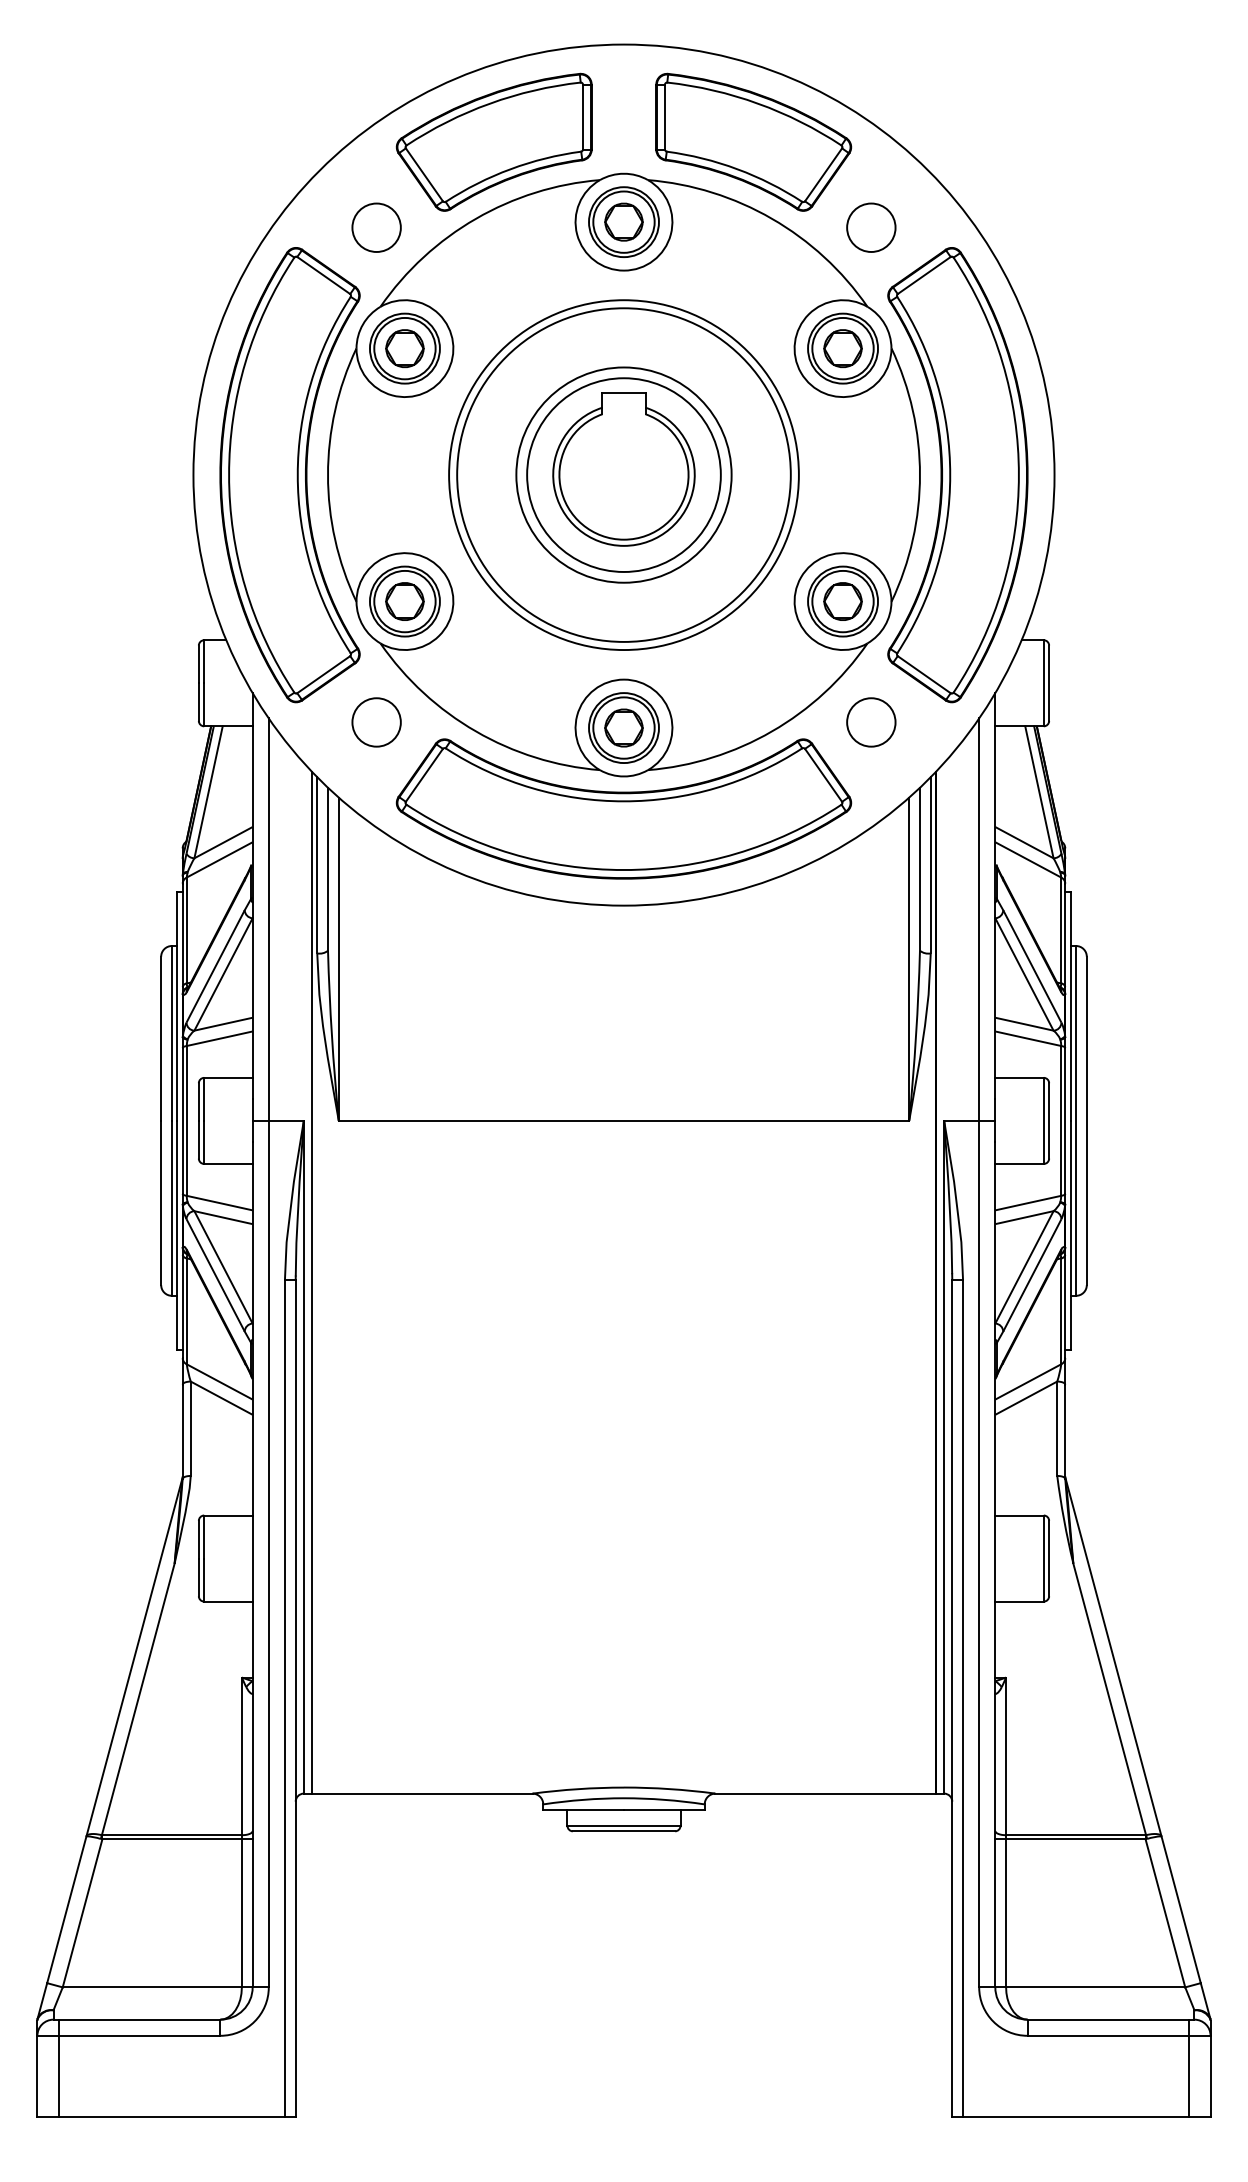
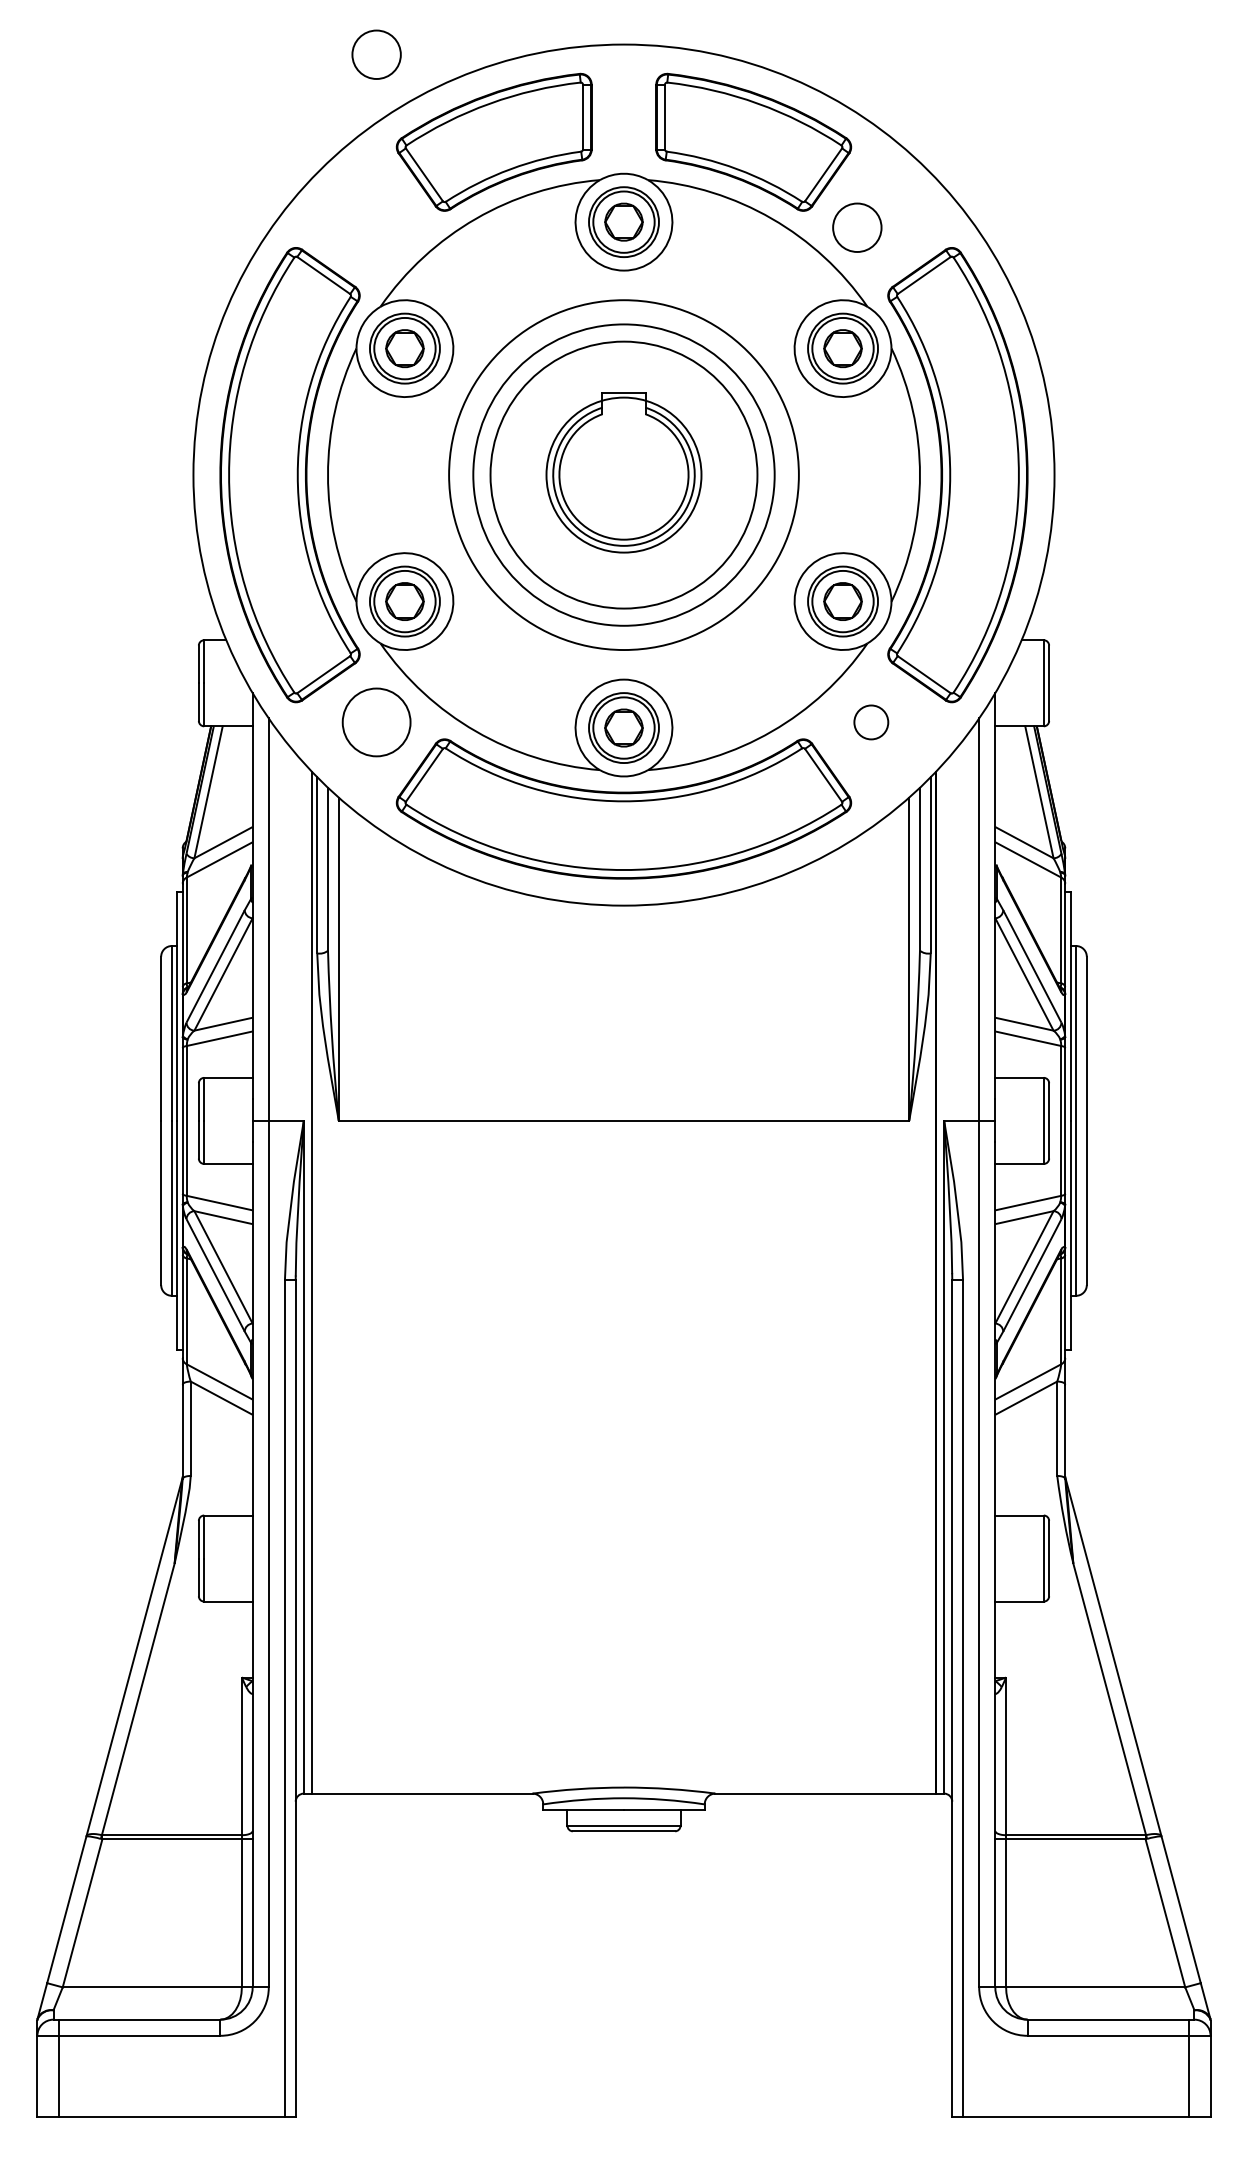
circle at (376, 227) position: (376, 227) -> (376, 54)
circle at (871, 227) position: (871, 227) -> (857, 227)
circle at (623, 474) diameter: 194 px -> 155 px
circle at (623, 474) diameter: 215 px -> 301 px
circle at (623, 474) diameter: 334 px -> 267 px
circle at (376, 722) diameter: 48 px -> 68 px
circle at (871, 722) diameter: 48 px -> 34 px
